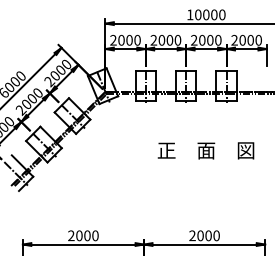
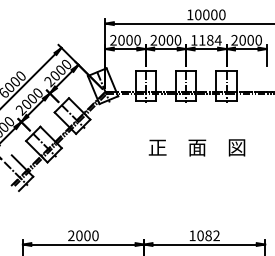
text at (206, 39): 2000 -> 1184
text at (205, 150) position: (205, 150) -> (196, 147)
text at (204, 235): 2000 -> 1082
